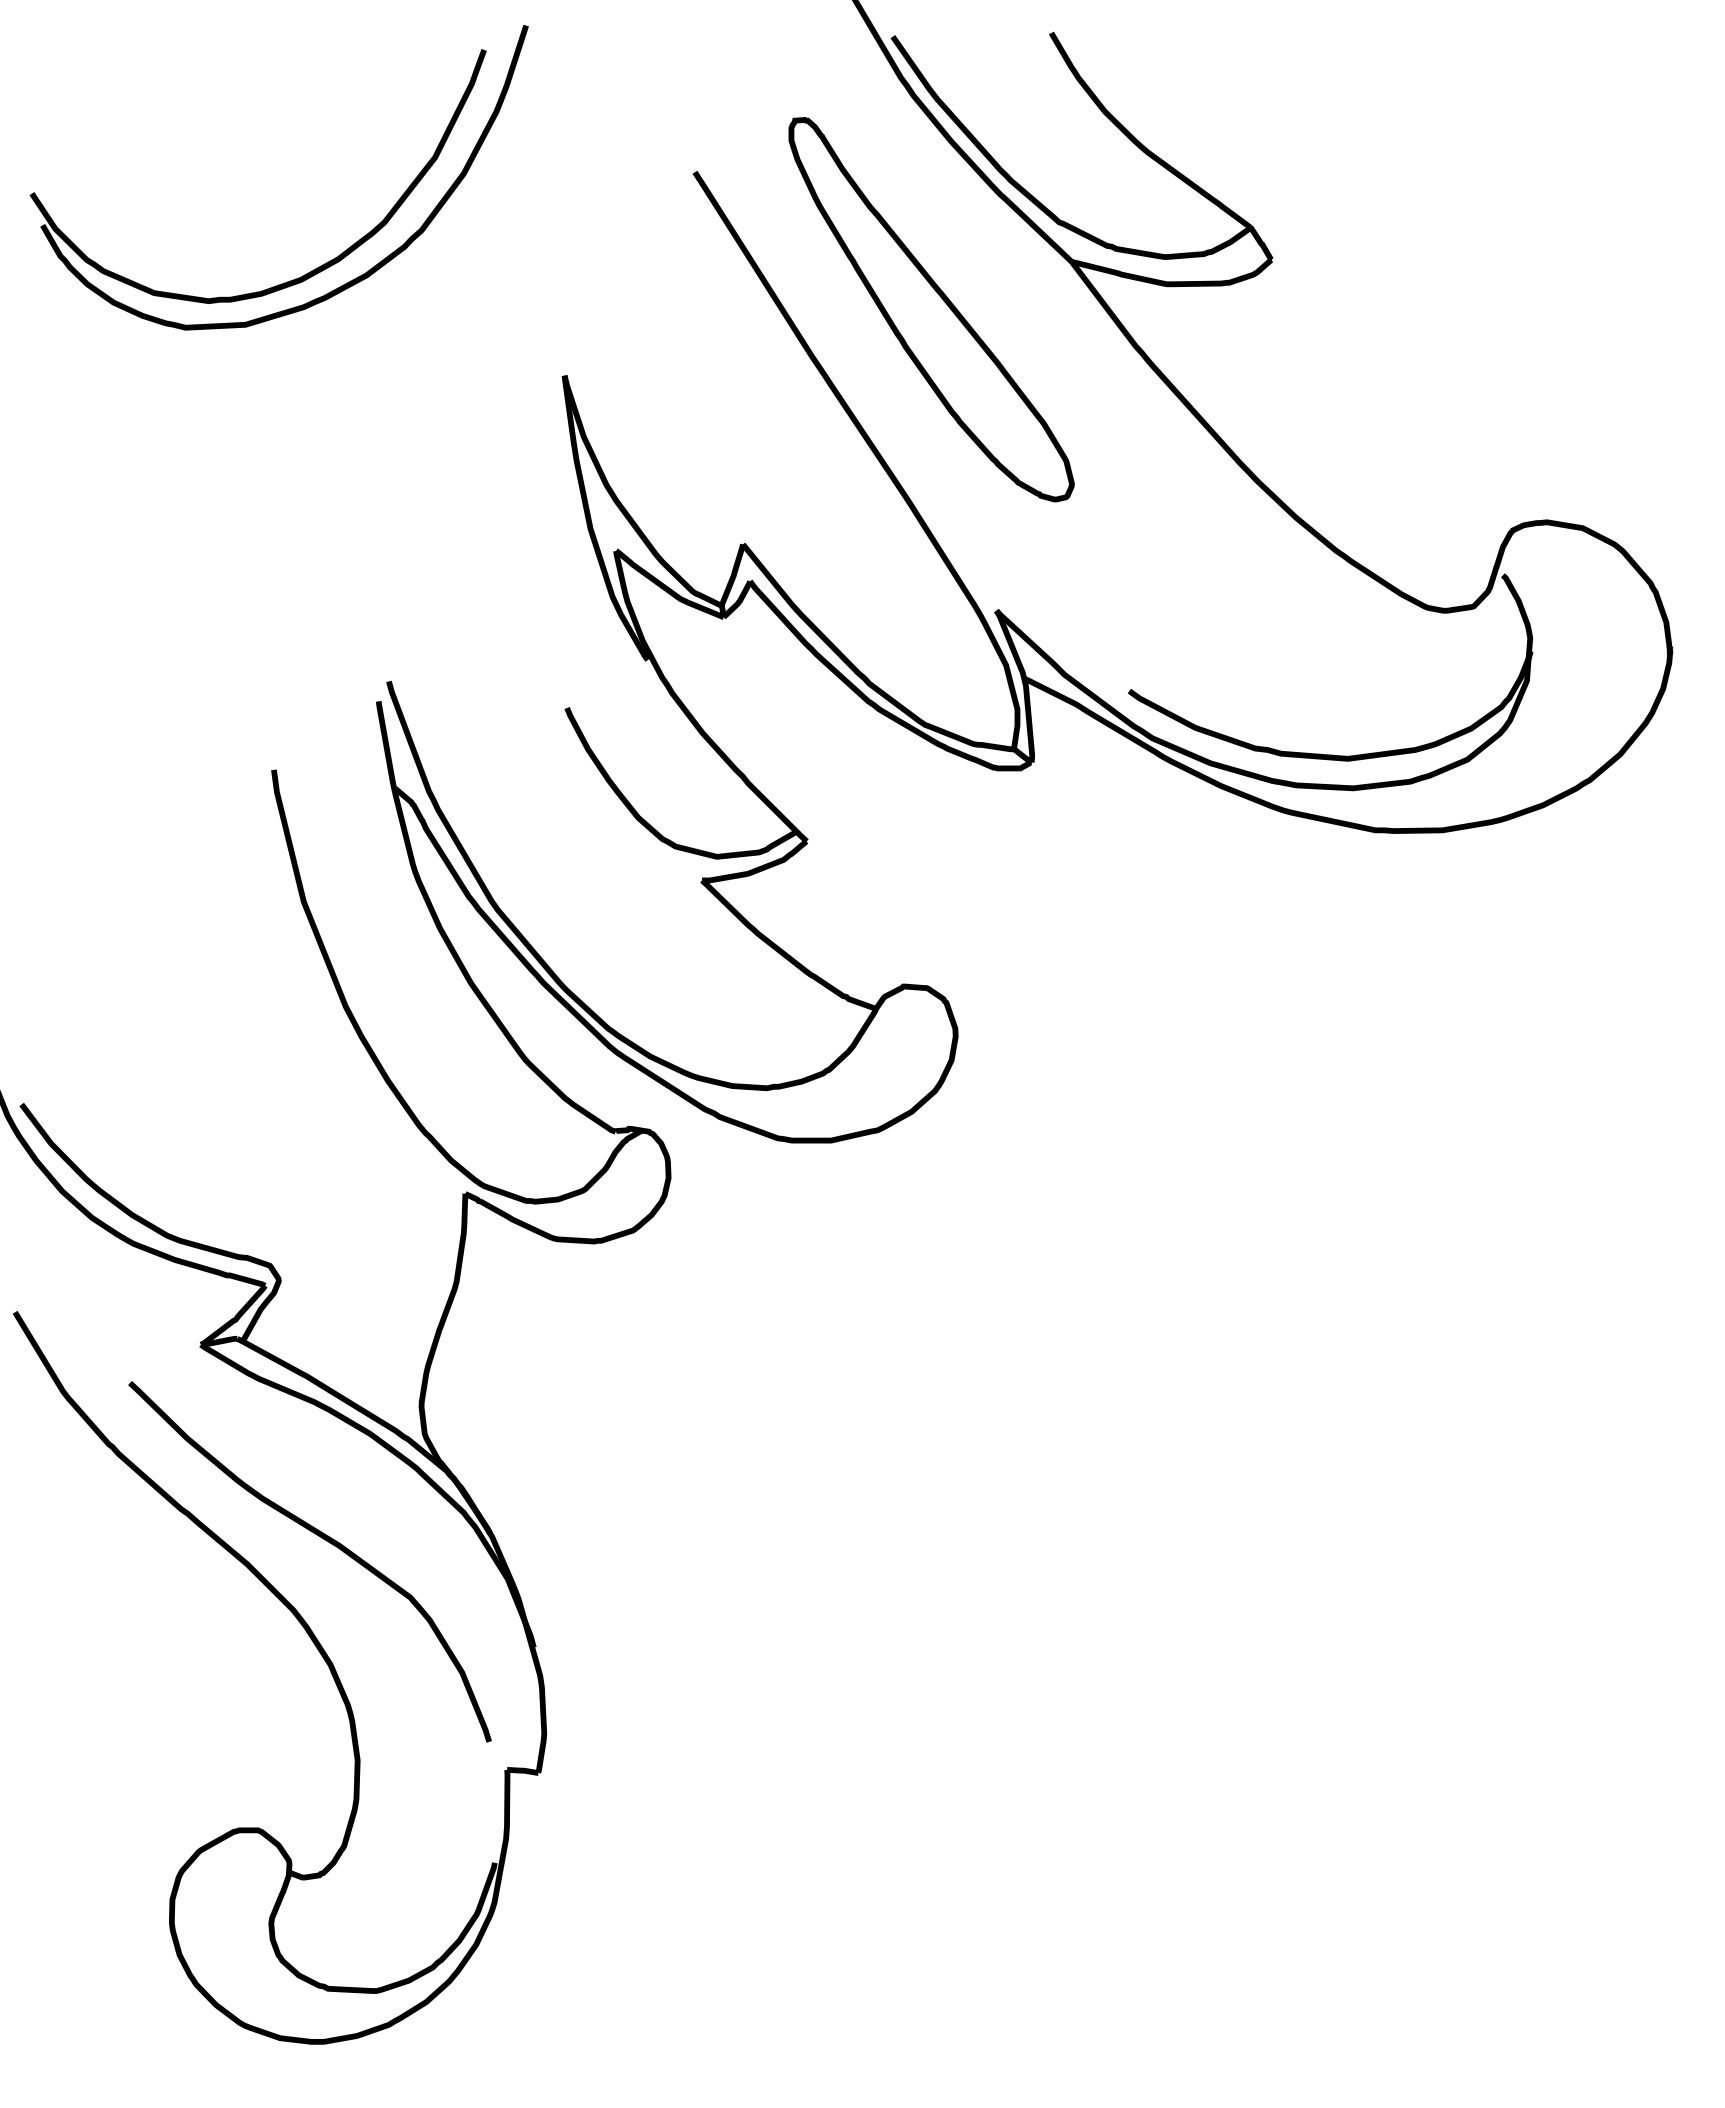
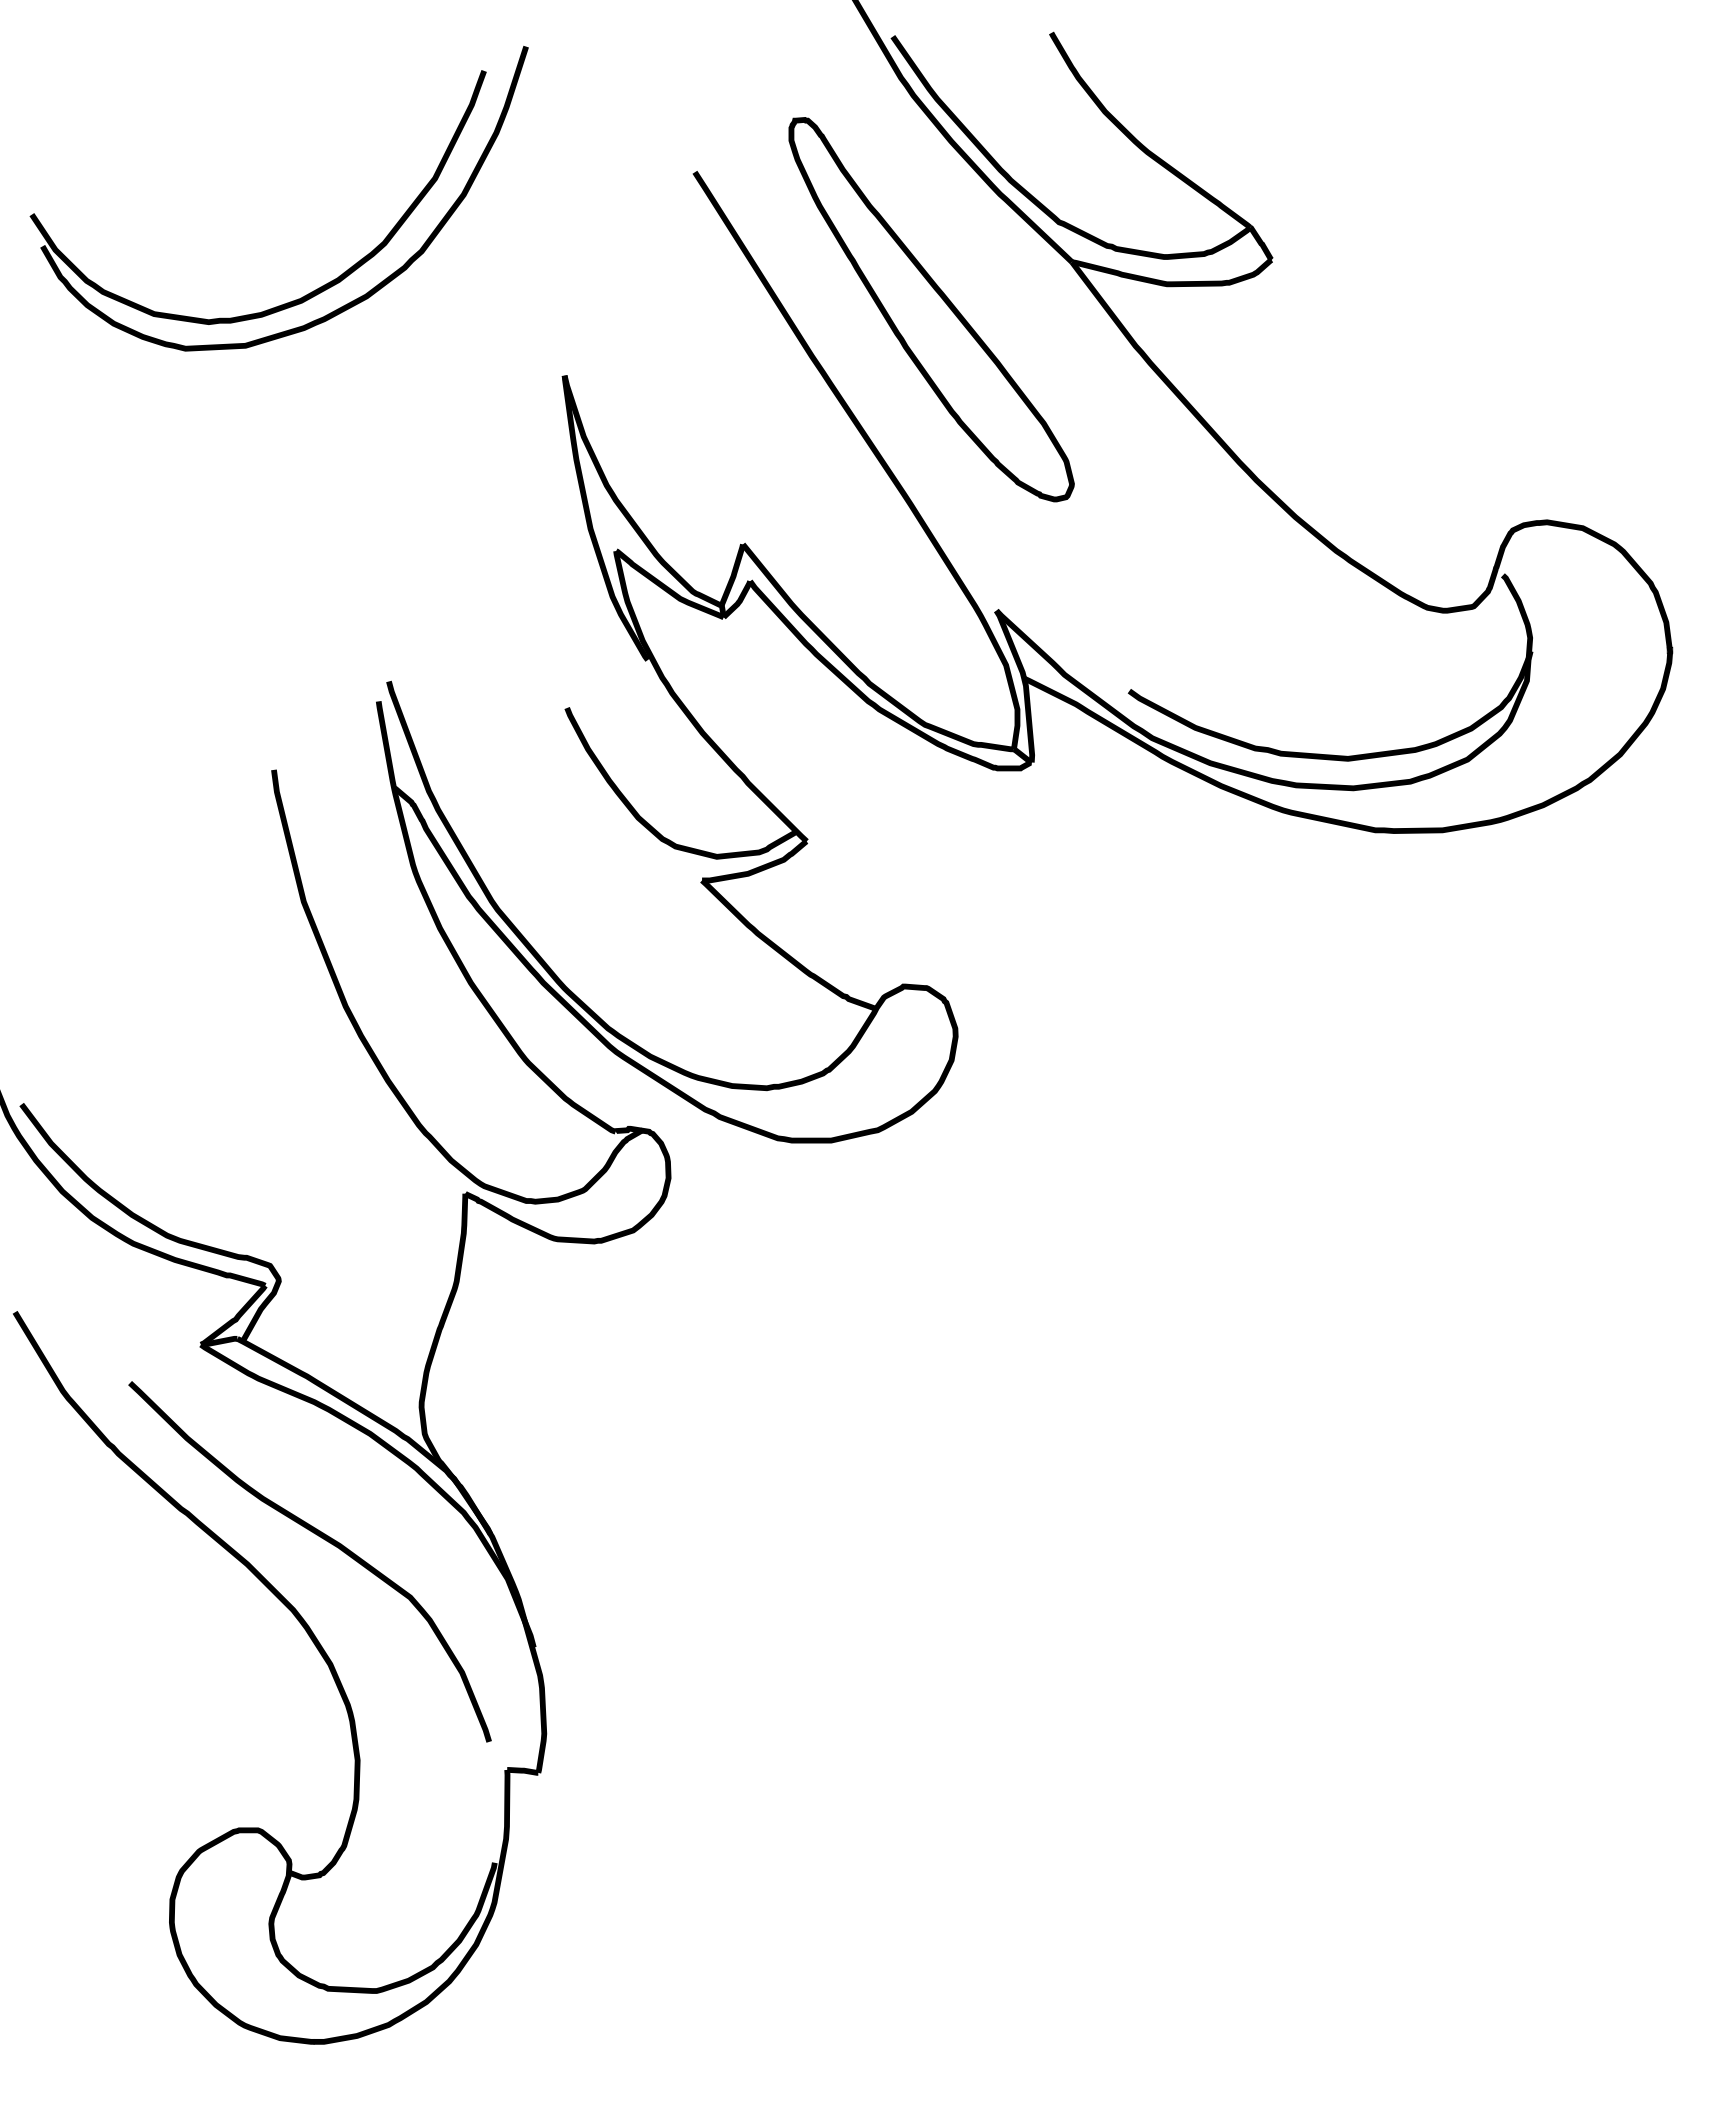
part at (329, 260) position: (329, 260) -> (329, 281)
